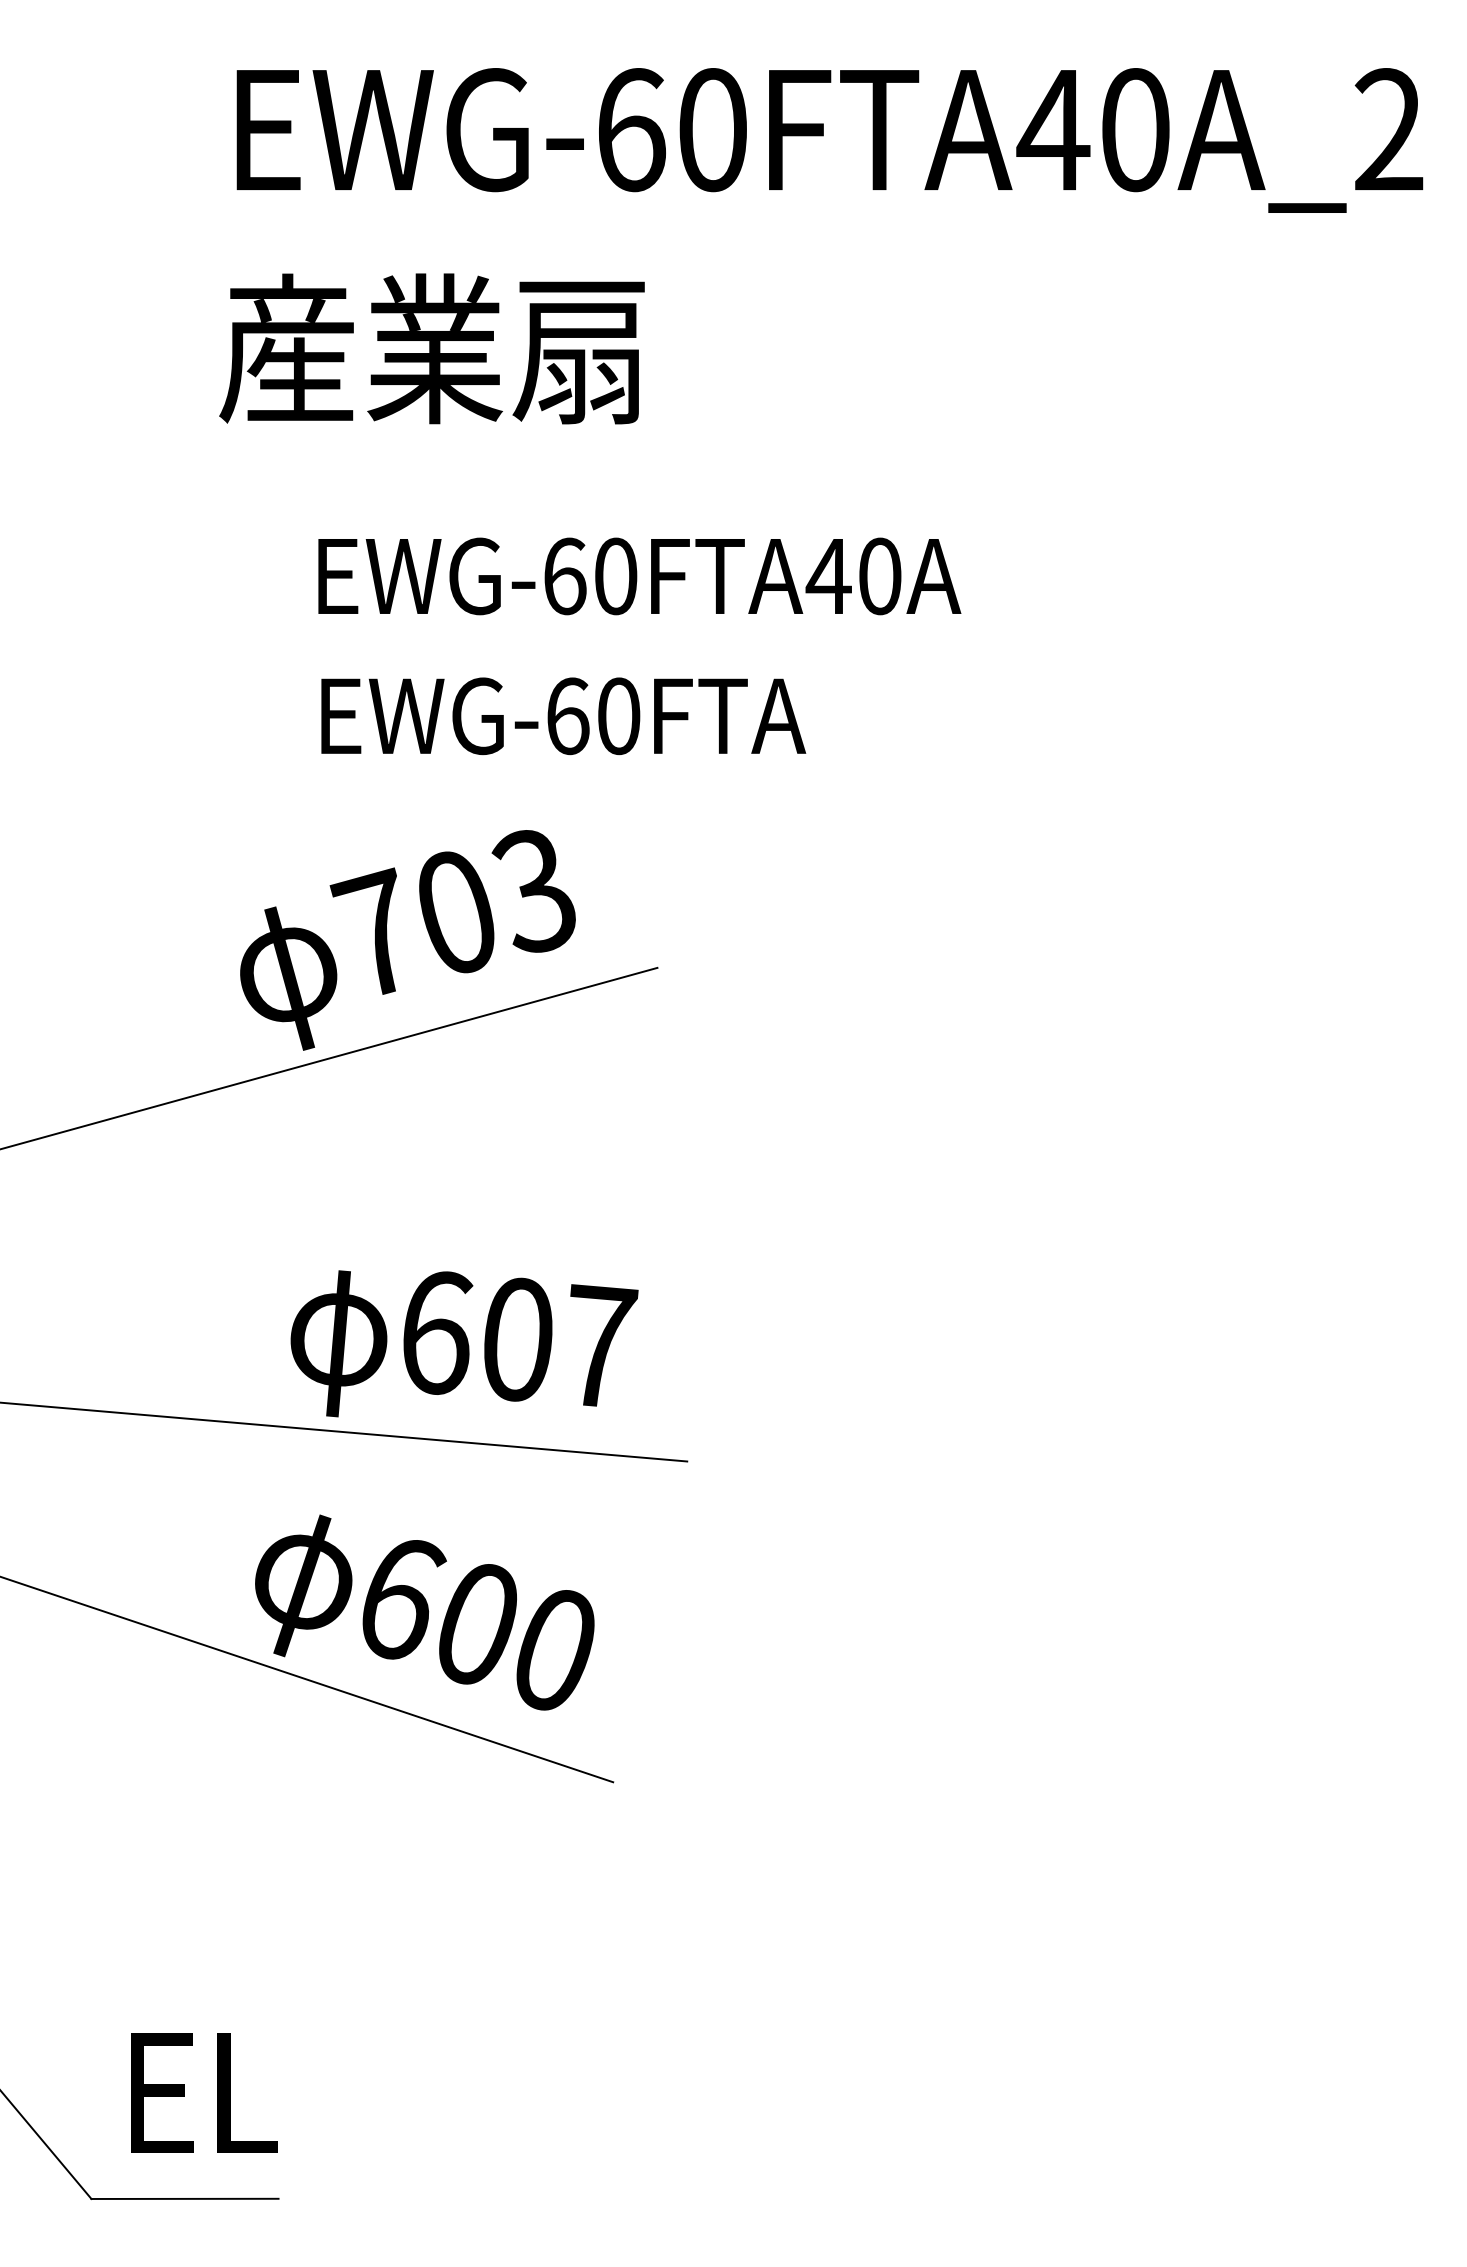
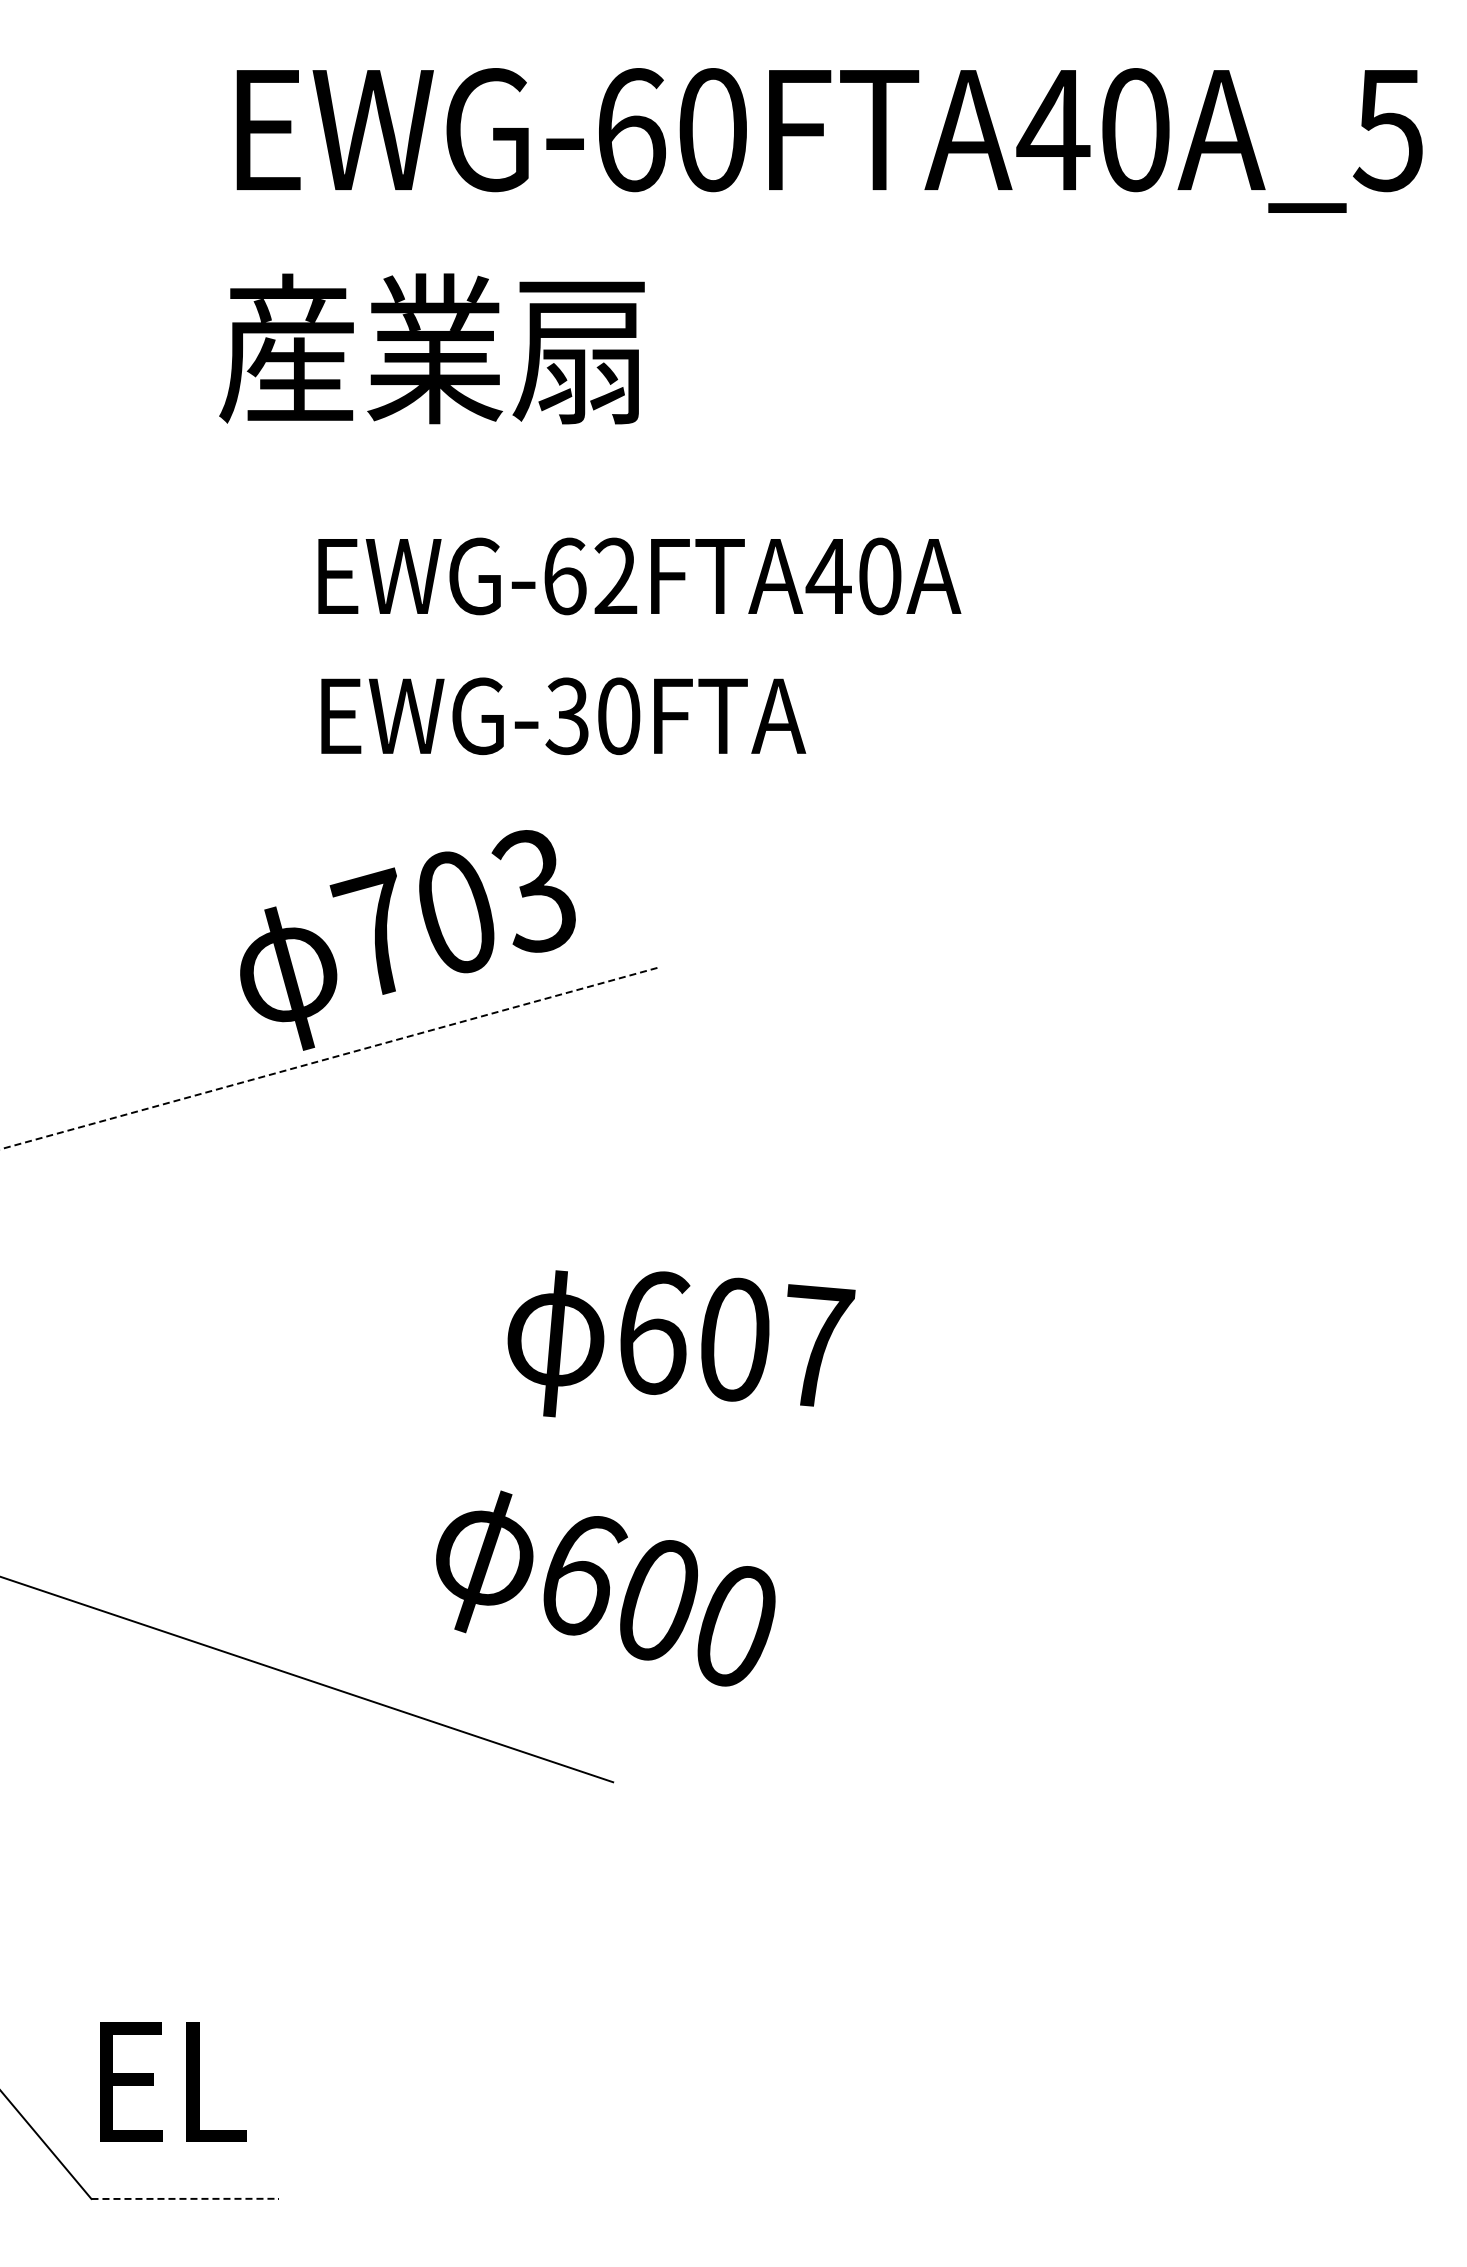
text at (1388, 130): EWG-60FTA40A_2 -> EWG-60FTA40A_5
text at (615, 576): EWG-60FTA40A -> EWG-62FTA40A
text at (567, 716): EWG-60FTA -> EWG-30FTA
line at (328, 1058): solid -> dashed
text at (464, 1343) position: (464, 1343) -> (681, 1343)
line at (344, 1431): present -> none
text at (424, 1612) position: (424, 1612) -> (605, 1588)
text at (204, 2092) position: (204, 2092) -> (173, 2081)
line at (185, 2198): solid -> dashed
